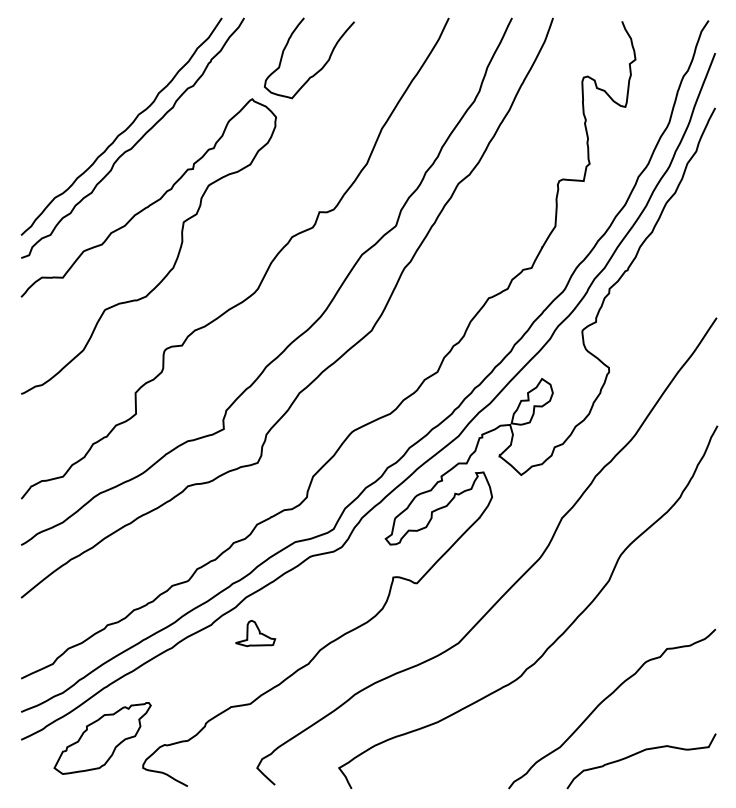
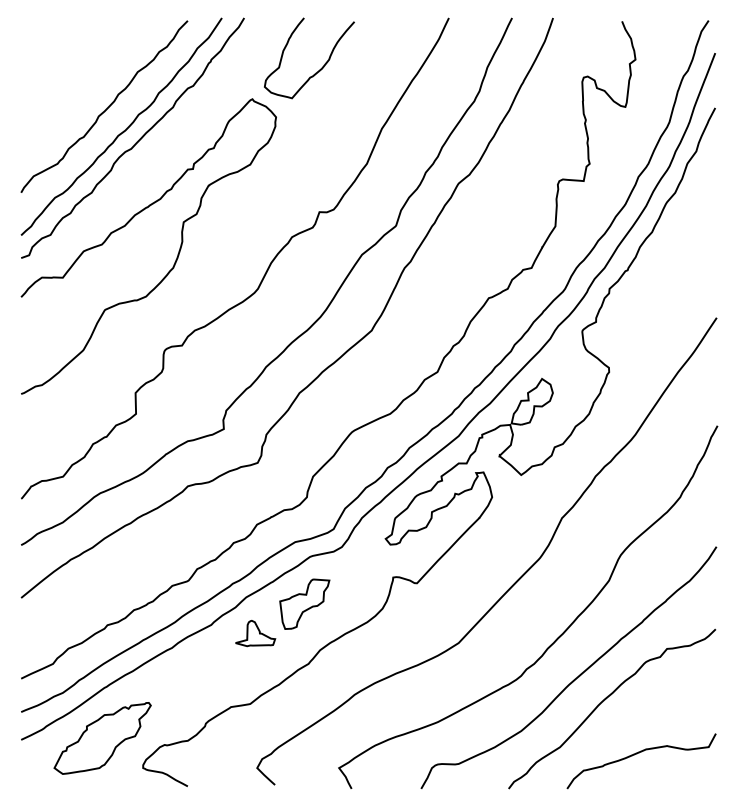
curve at (106, 108): none -> present
part at (304, 603): none -> present
curve at (574, 678): none -> present
